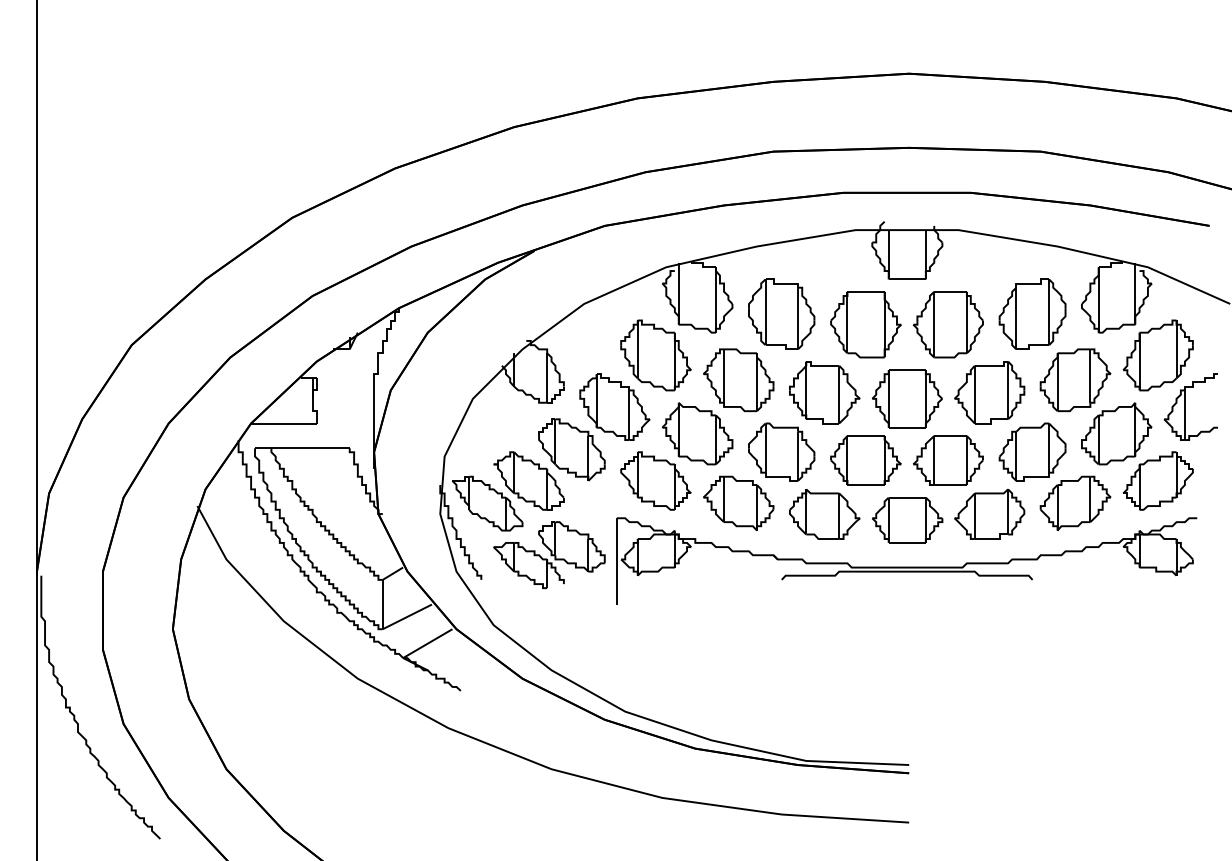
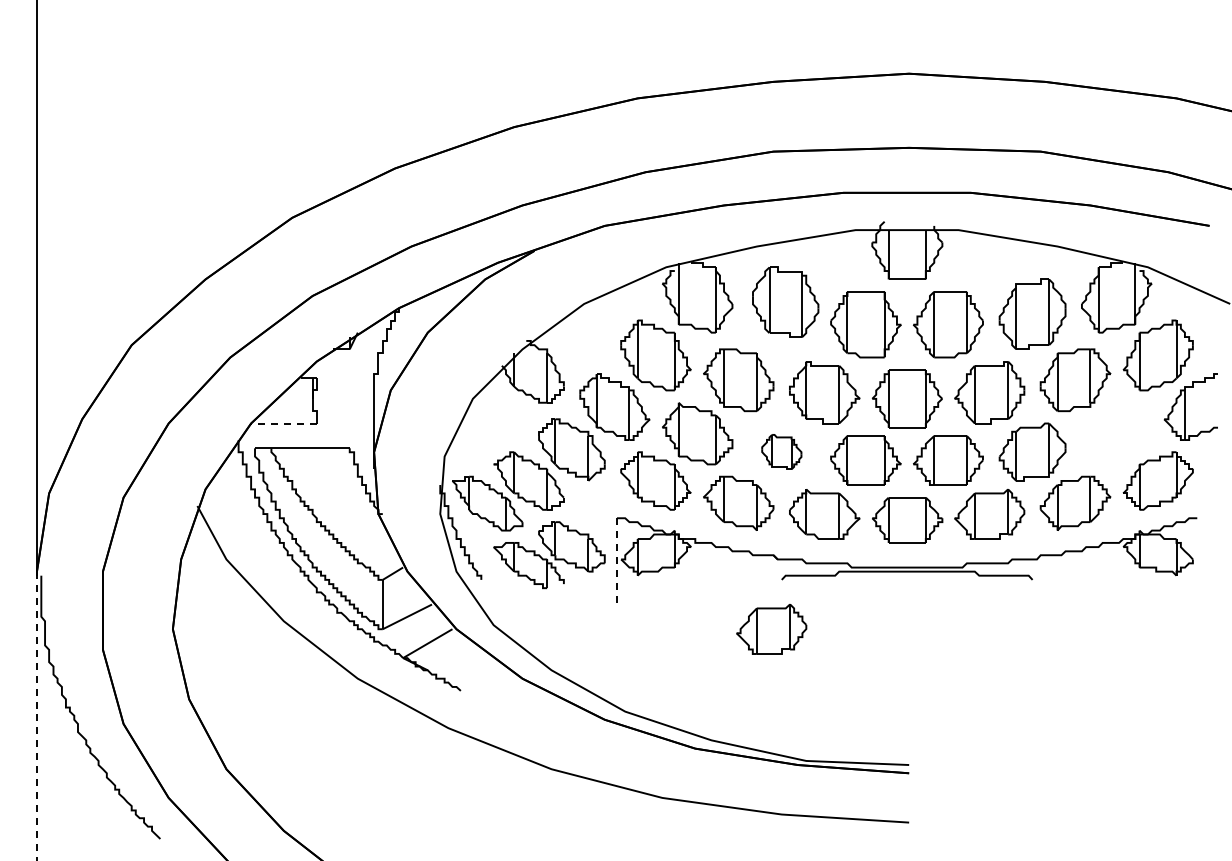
part at (781, 313) position: (781, 313) -> (785, 301)
line at (283, 423): solid -> dashed
part at (1116, 433): present -> none
part at (781, 451) size: 68x60 px -> 42x36 px
line at (616, 561): solid -> dashed
part at (771, 629): none -> present
line at (36, 716): solid -> dashed
